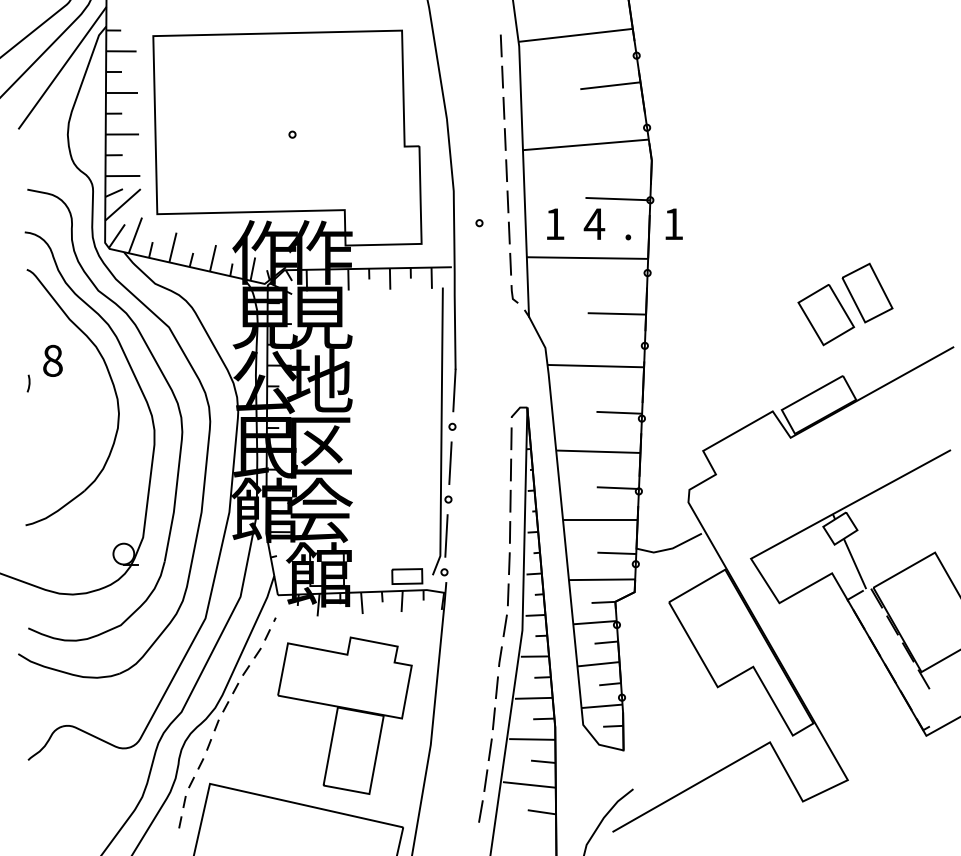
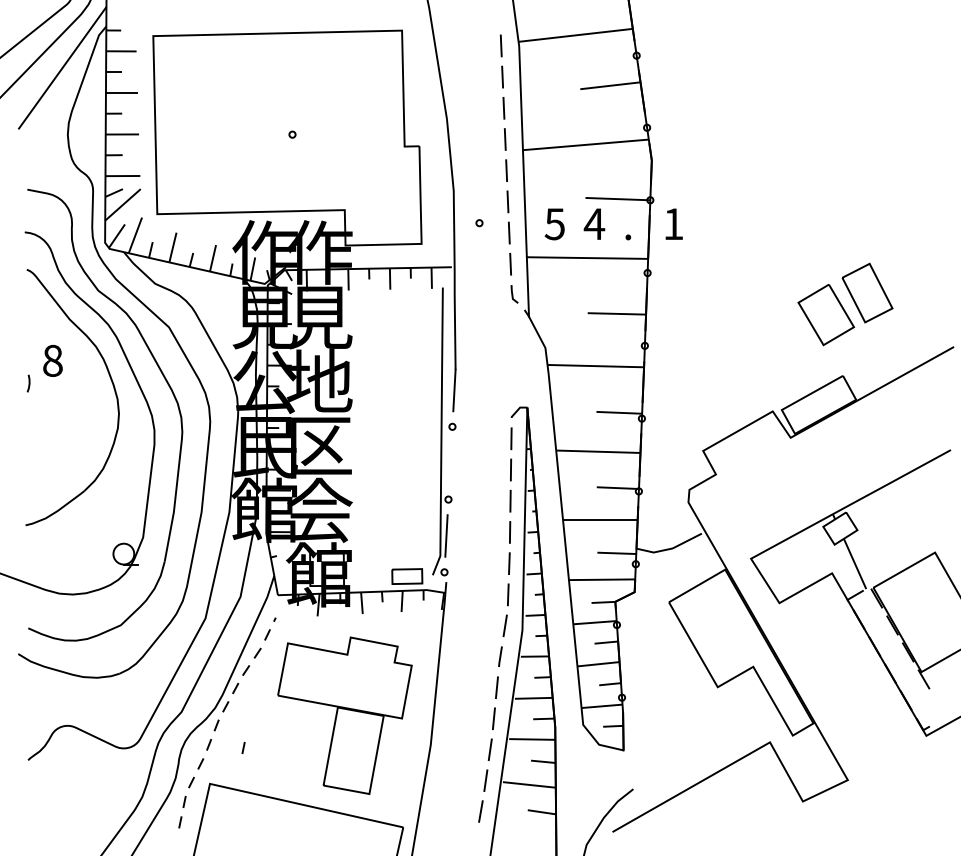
text at (554, 224): 1 -> 5
line at (450, 463): present -> none
line at (243, 747): none -> present
